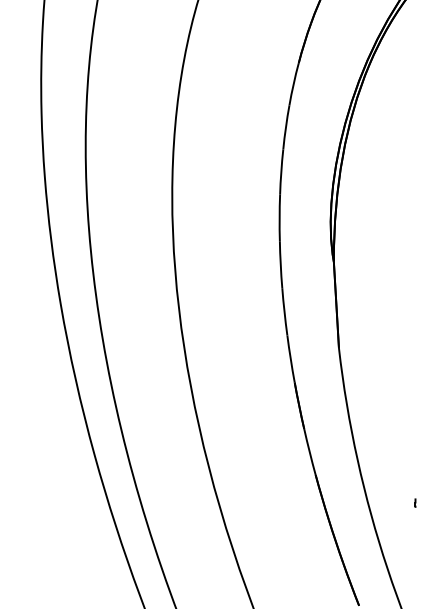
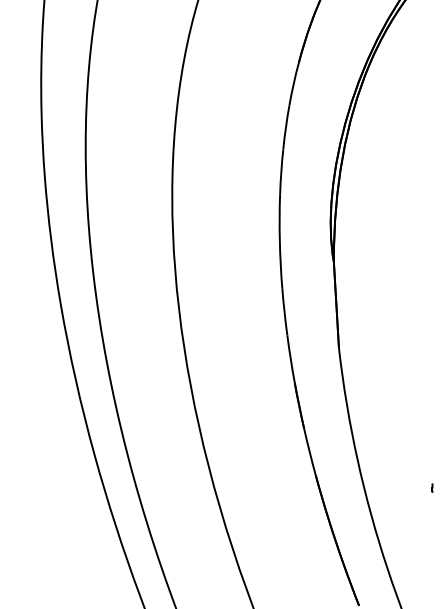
part at (415, 502) position: (415, 502) -> (432, 487)
